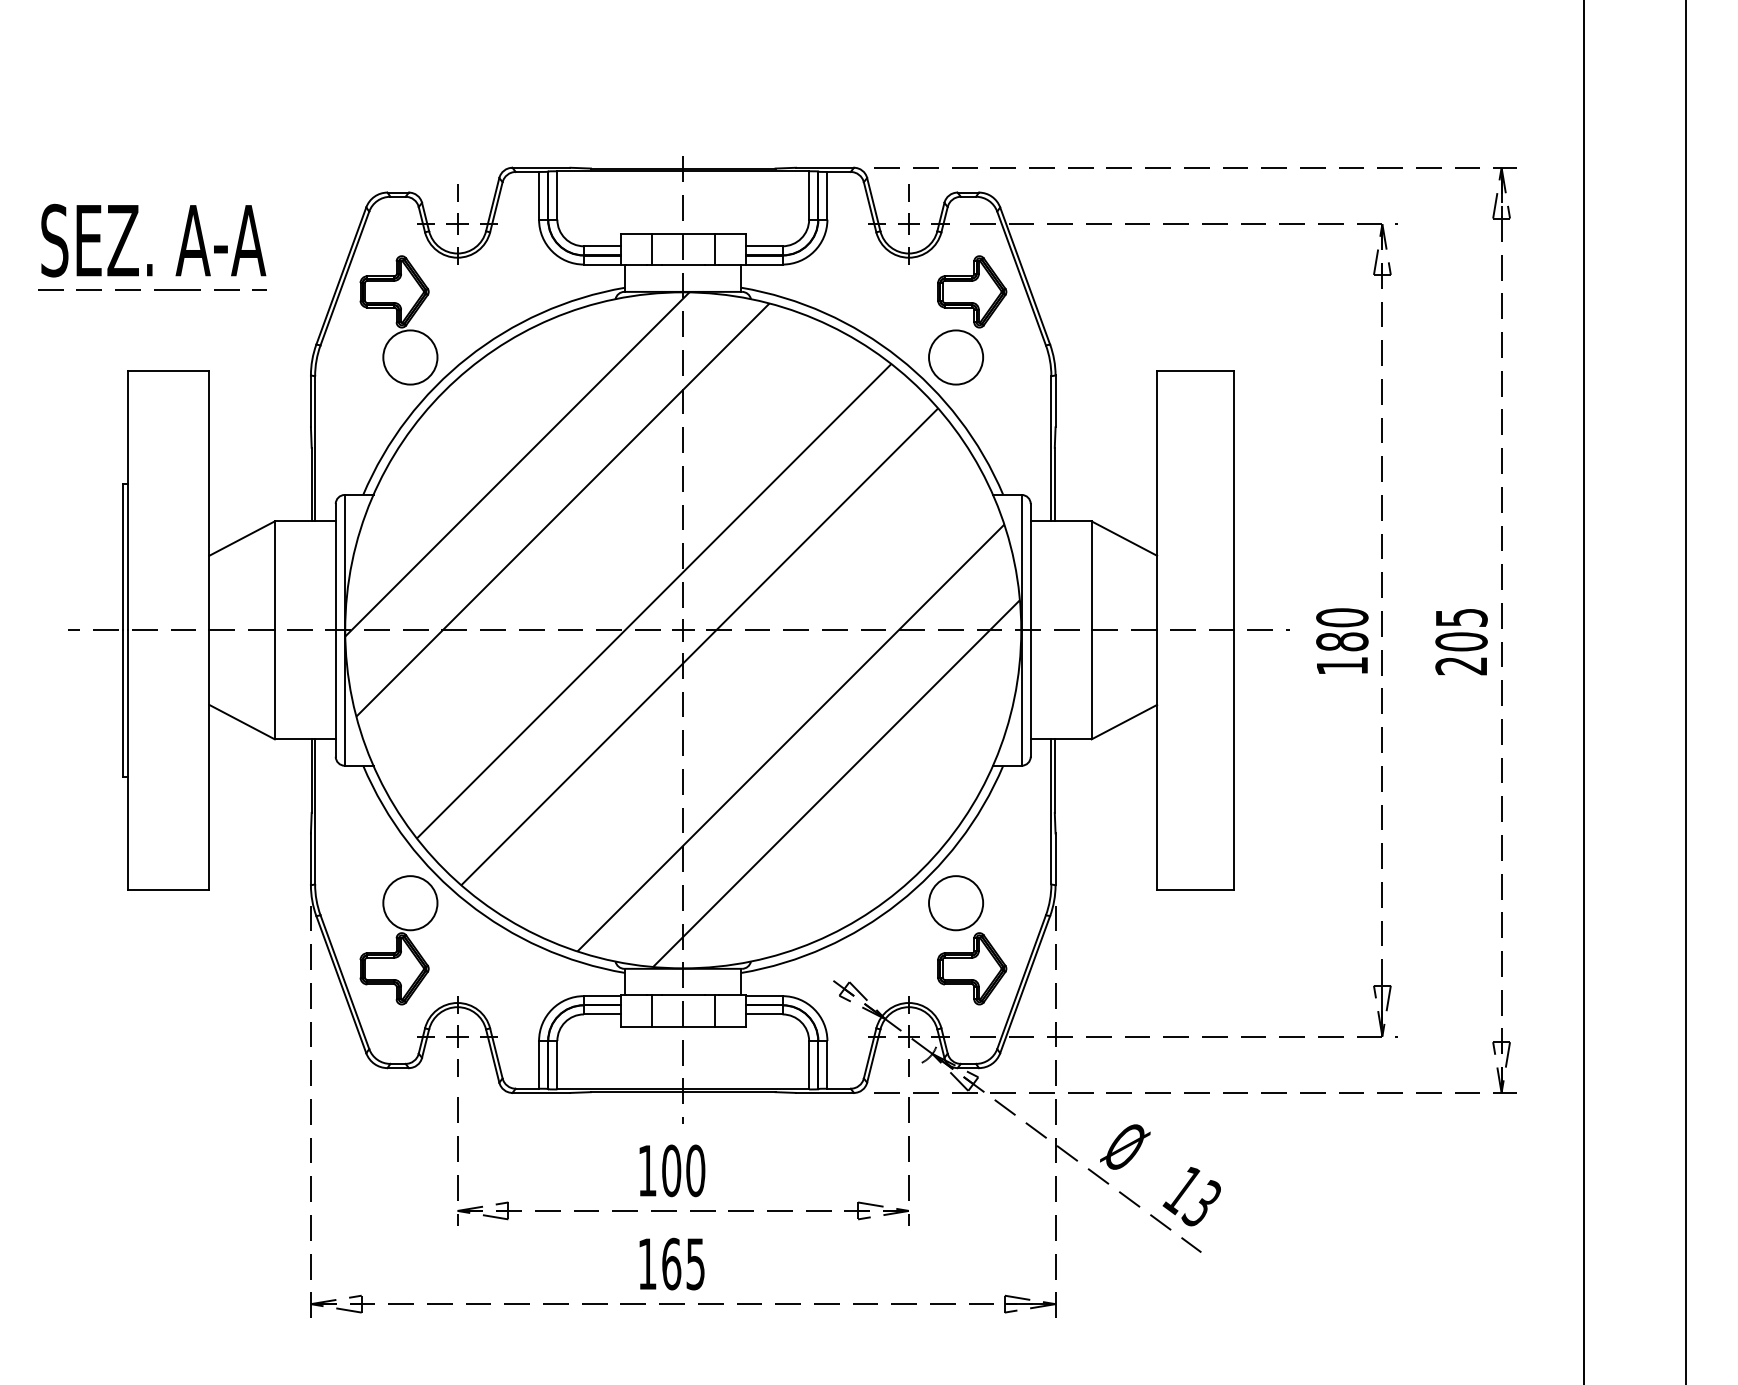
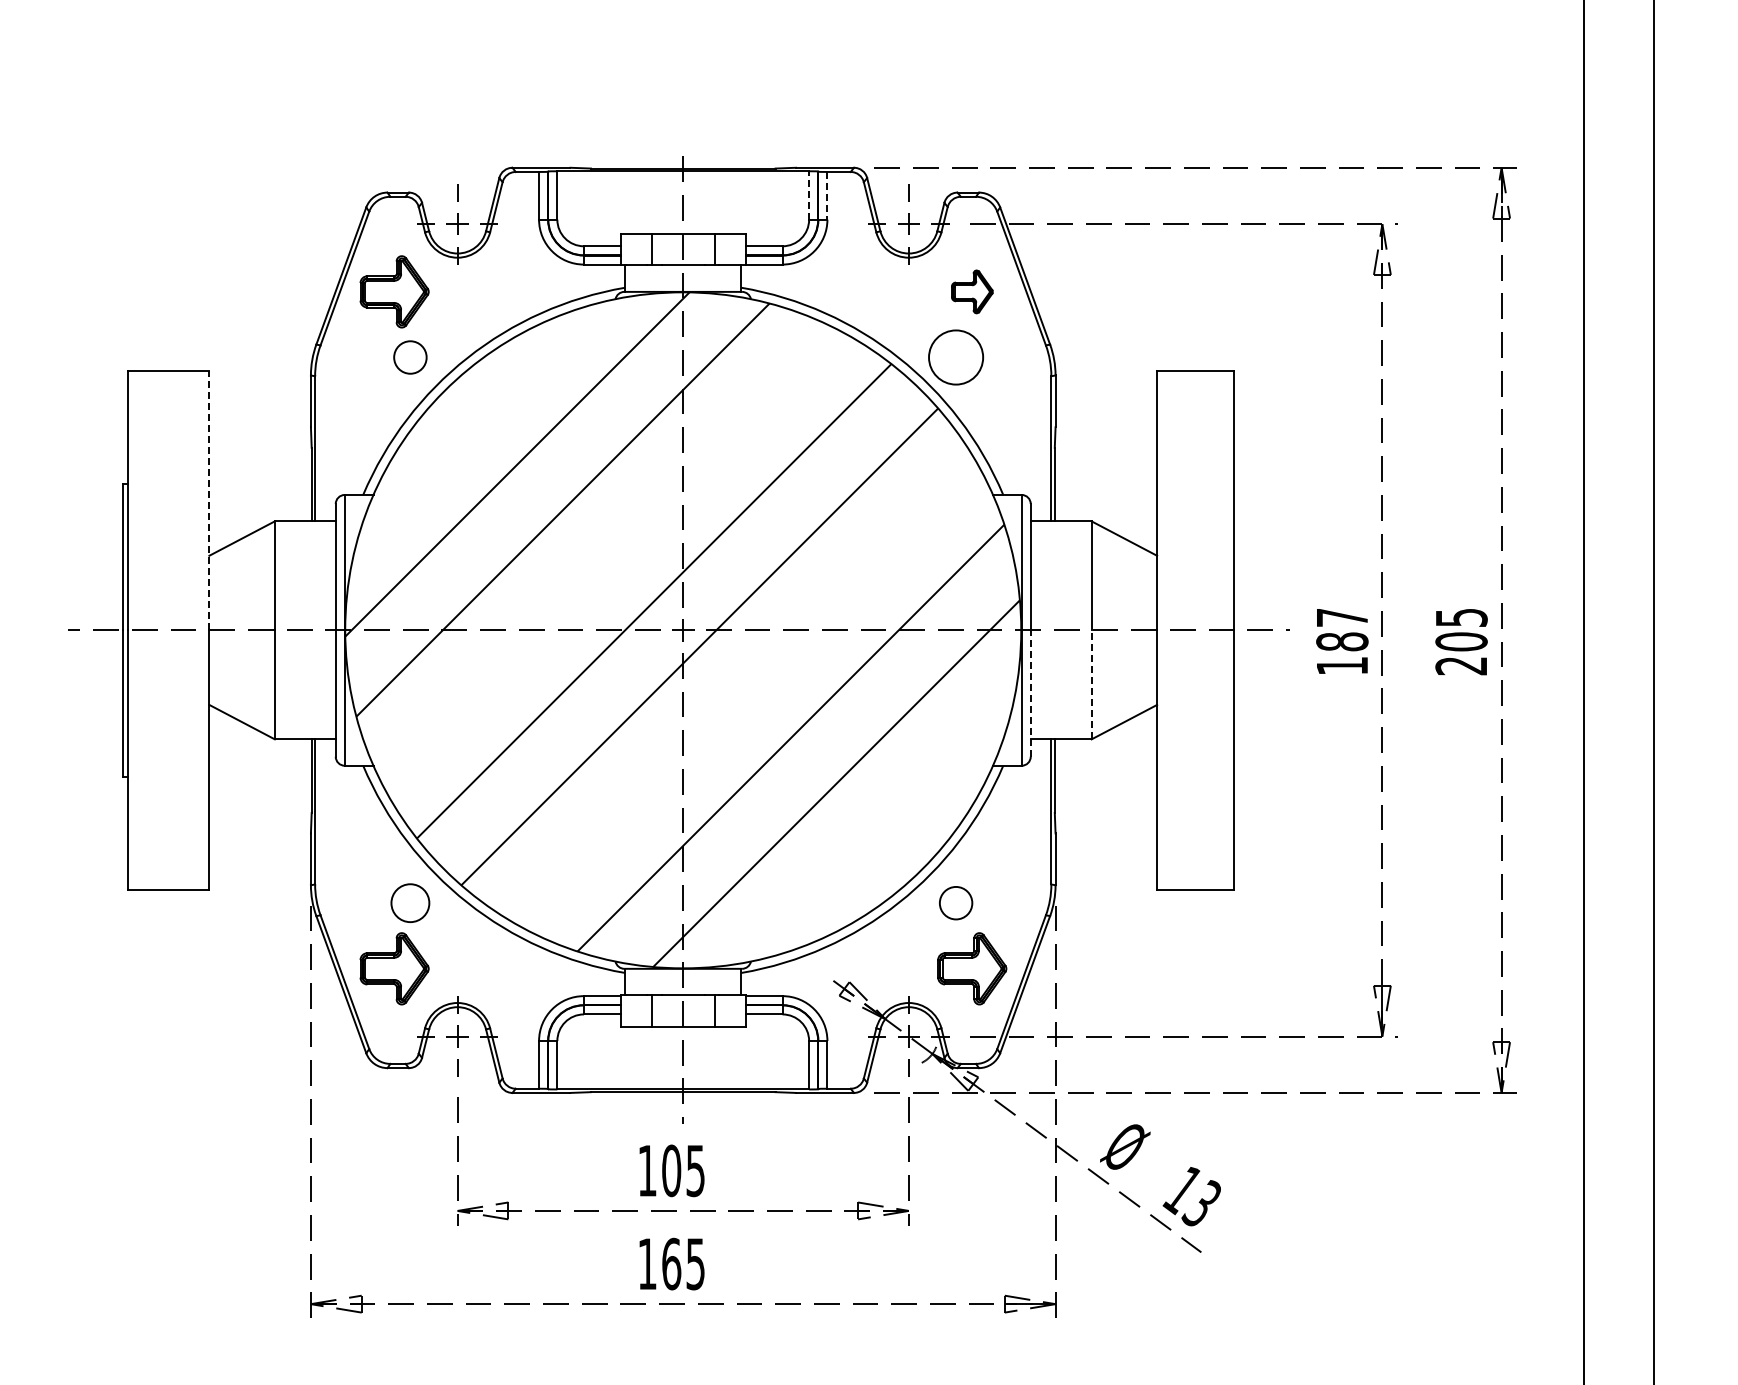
line at (809, 194): solid -> dashed
line at (827, 195): solid -> dashed
part at (152, 264): present -> none
part at (972, 291) size: 71x74 px -> 43x46 px
circle at (410, 357) diameter: 54 px -> 32 px
line at (209, 500): solid -> dashed
text at (1342, 617): 180 -> 187
line at (1091, 684): solid -> dashed
line at (1685, 691) position: (1685, 691) -> (1653, 691)
line at (1030, 693): solid -> dashed
circle at (410, 903) diameter: 54 px -> 38 px
circle at (956, 903) diameter: 54 px -> 32 px
text at (695, 1170): 100 -> 105
